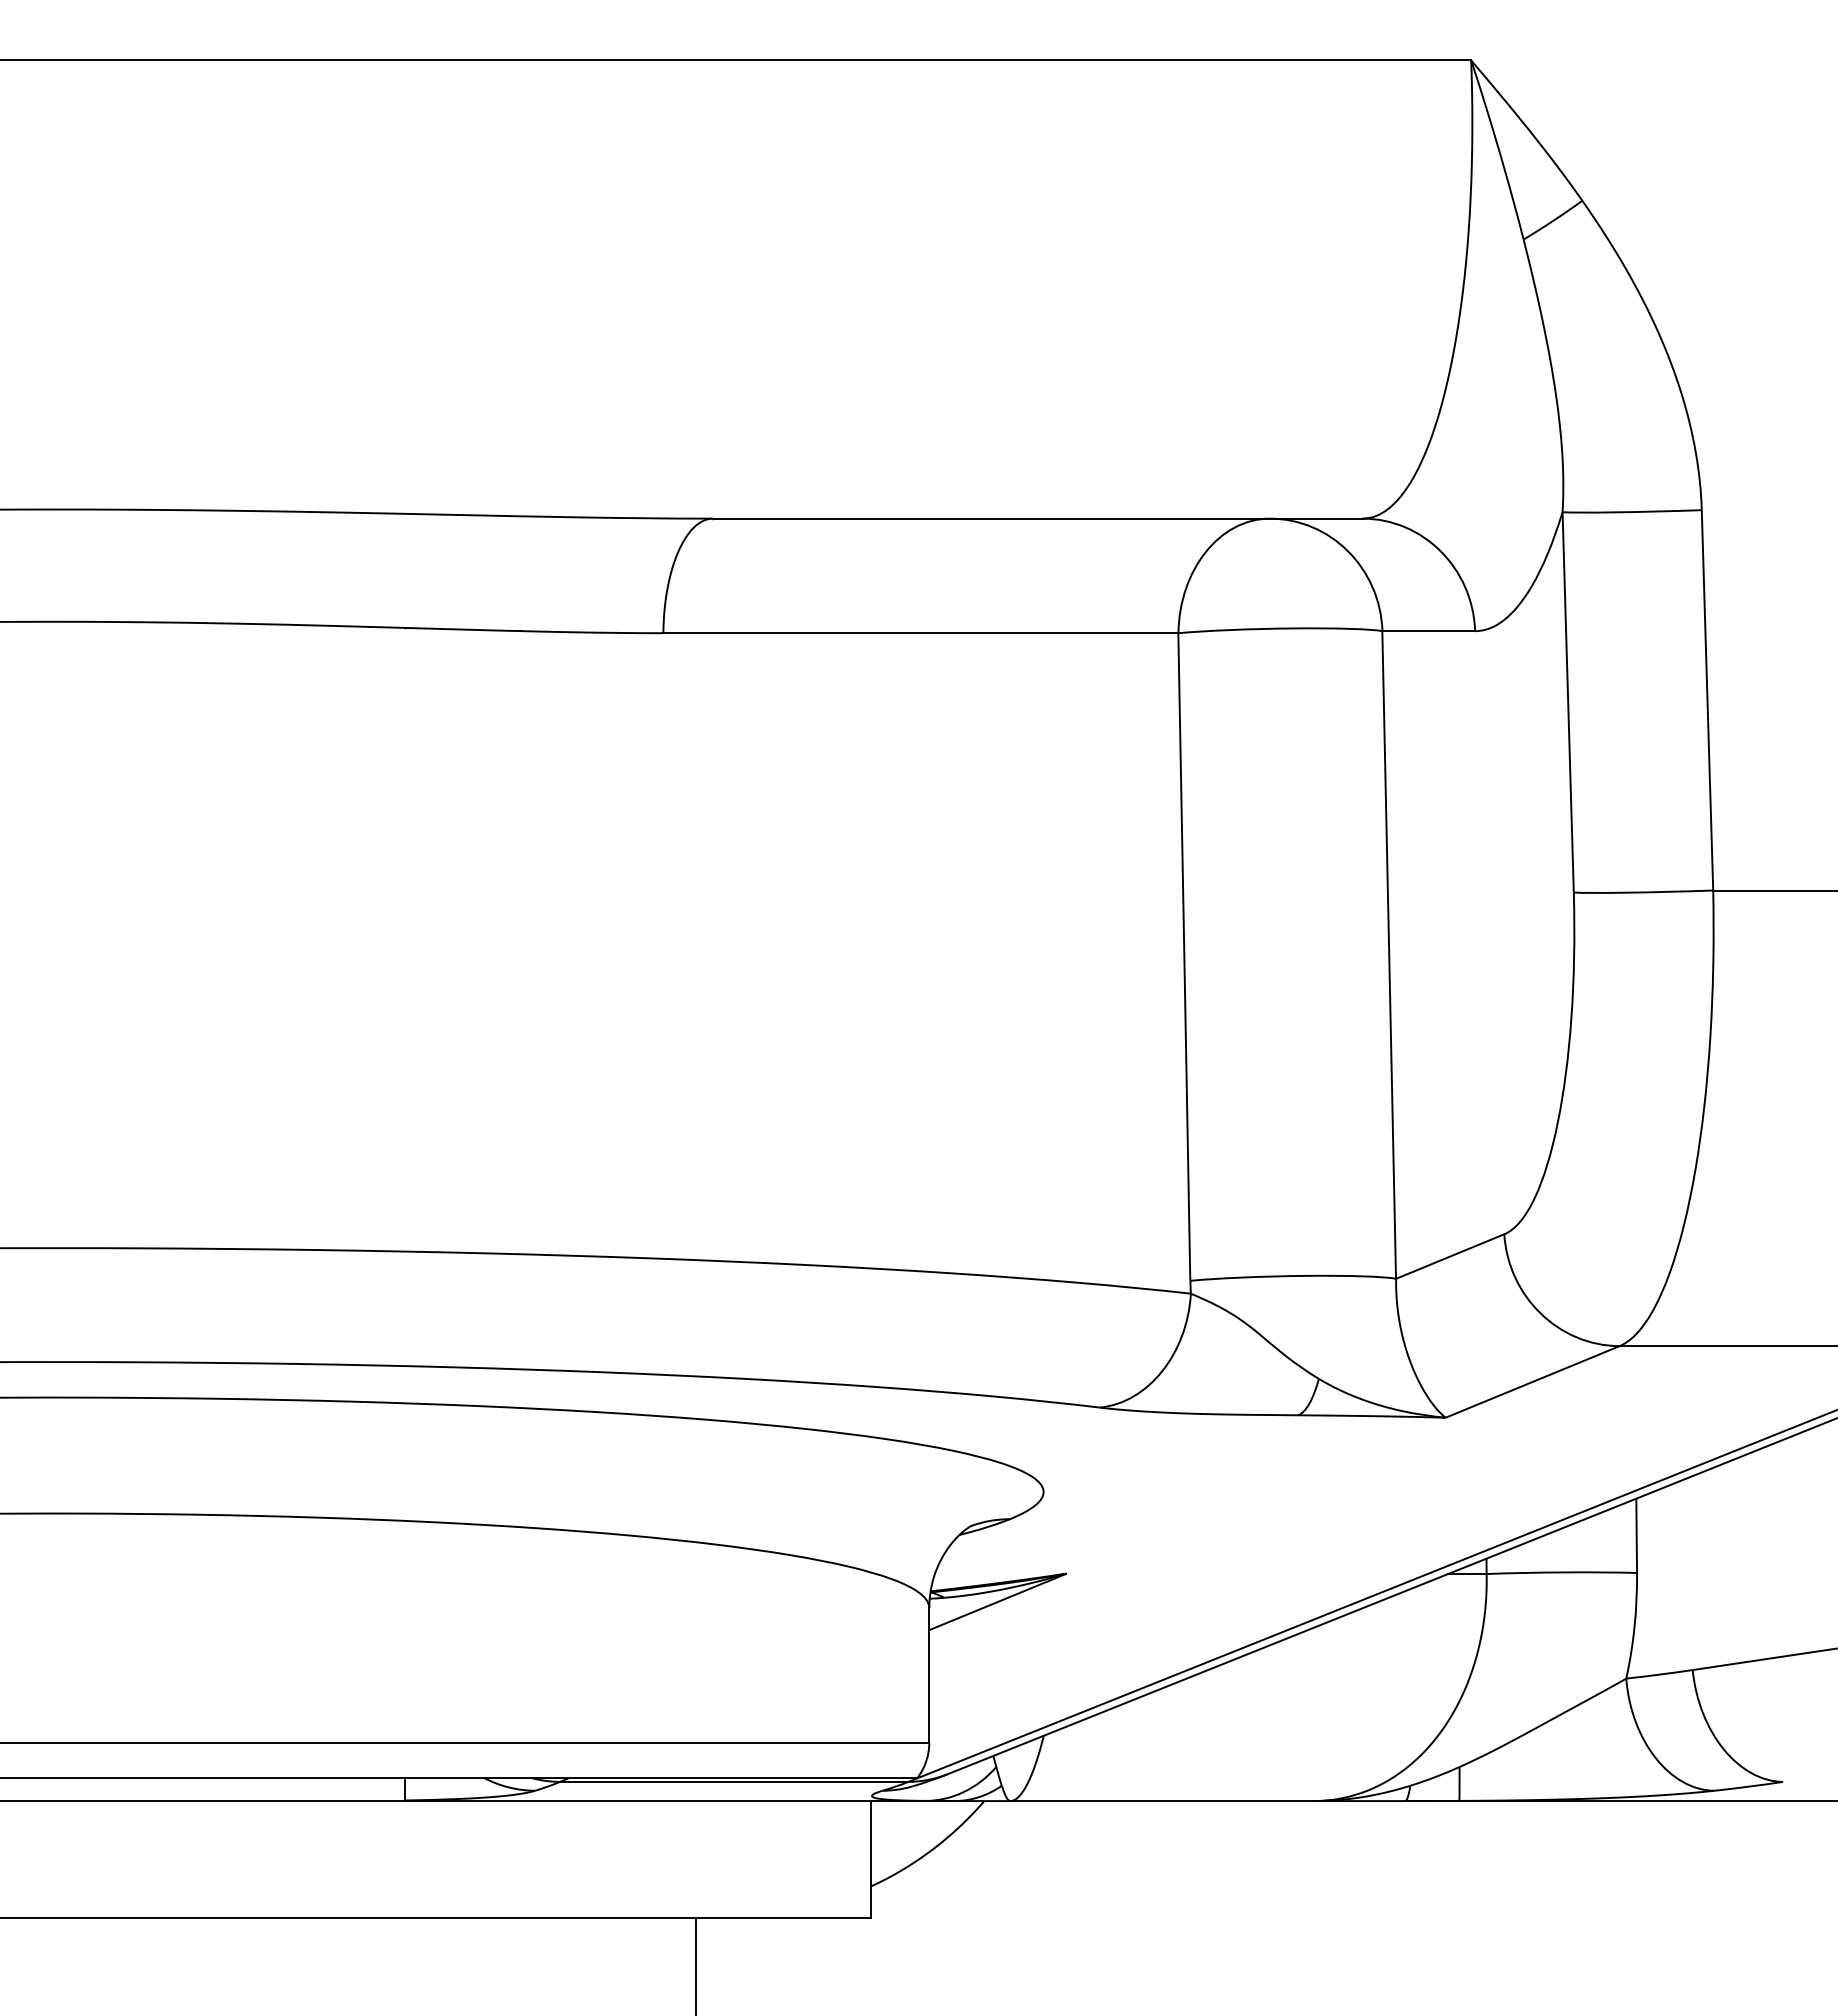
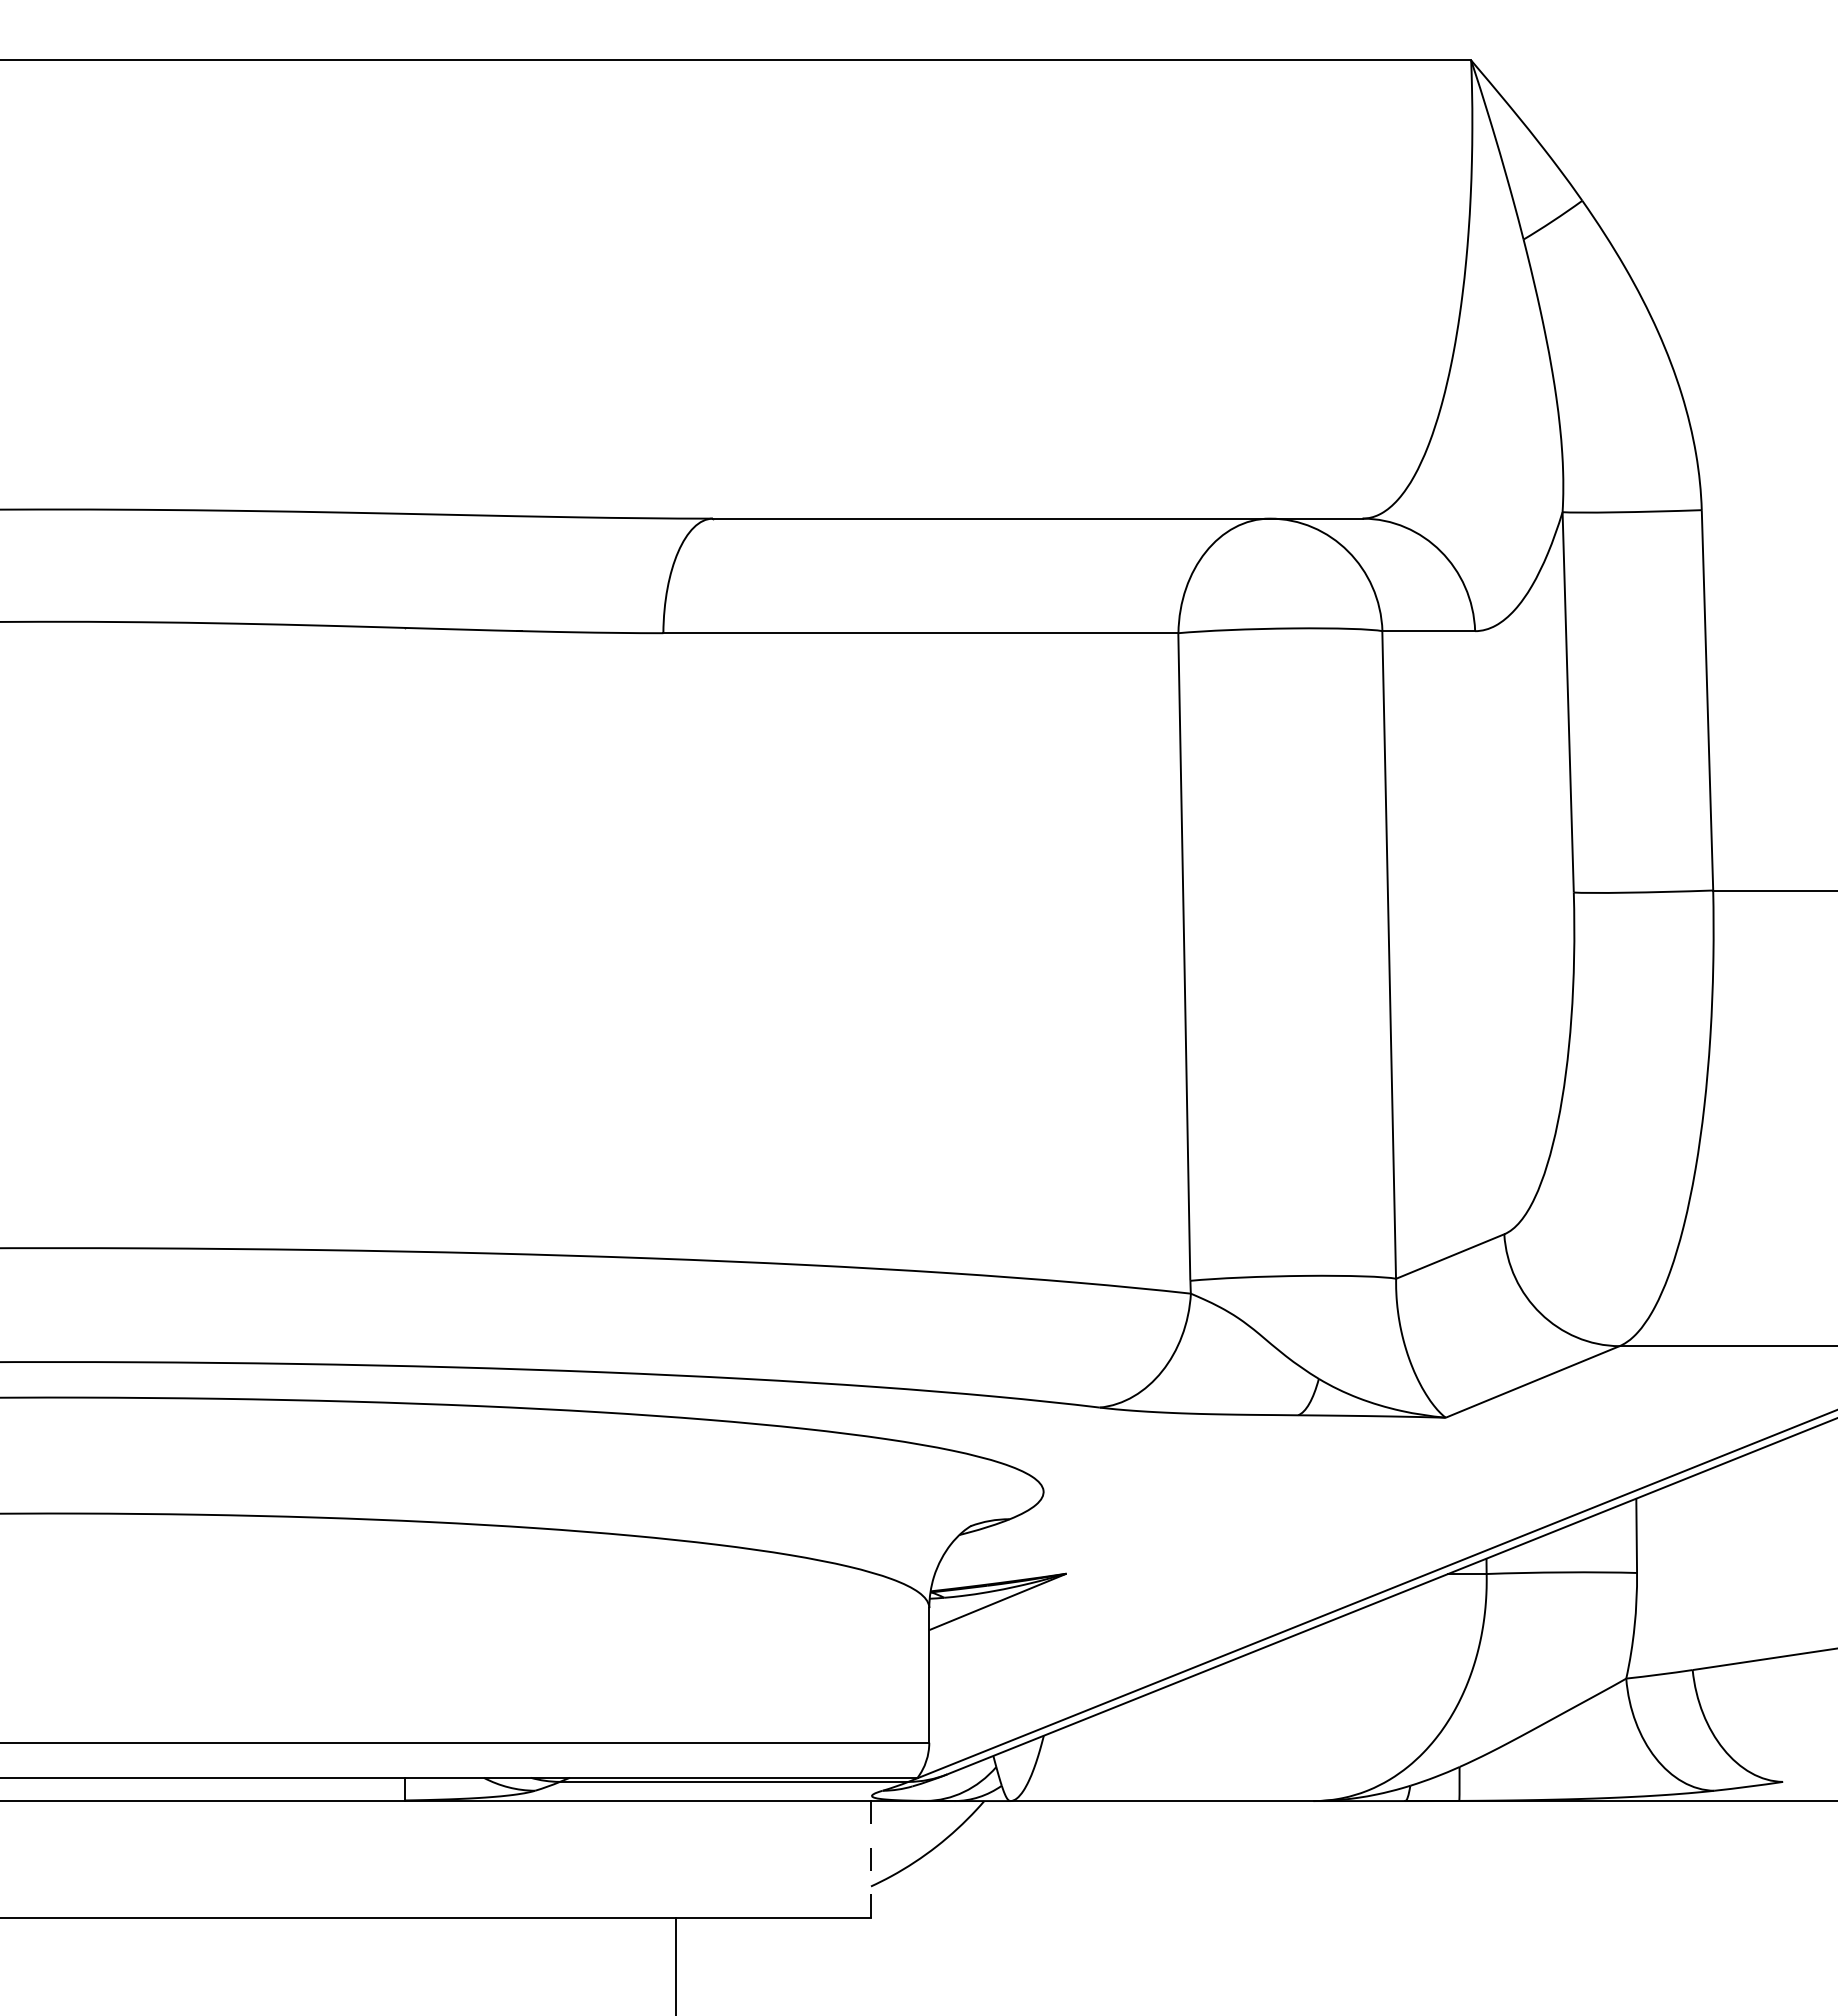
line at (871, 1859): solid -> dashed
line at (696, 1964) position: (696, 1964) -> (676, 1964)
